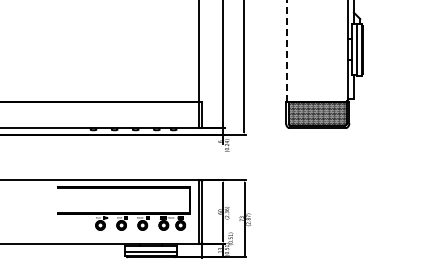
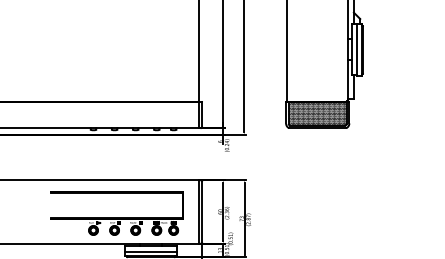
line at (286, 50): dashed -> solid
part at (123, 208) position: (123, 208) -> (116, 213)
